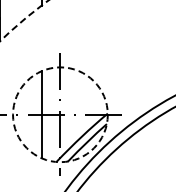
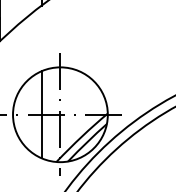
circle at (24, 20): dashed -> solid
circle at (60, 114): dashed -> solid
